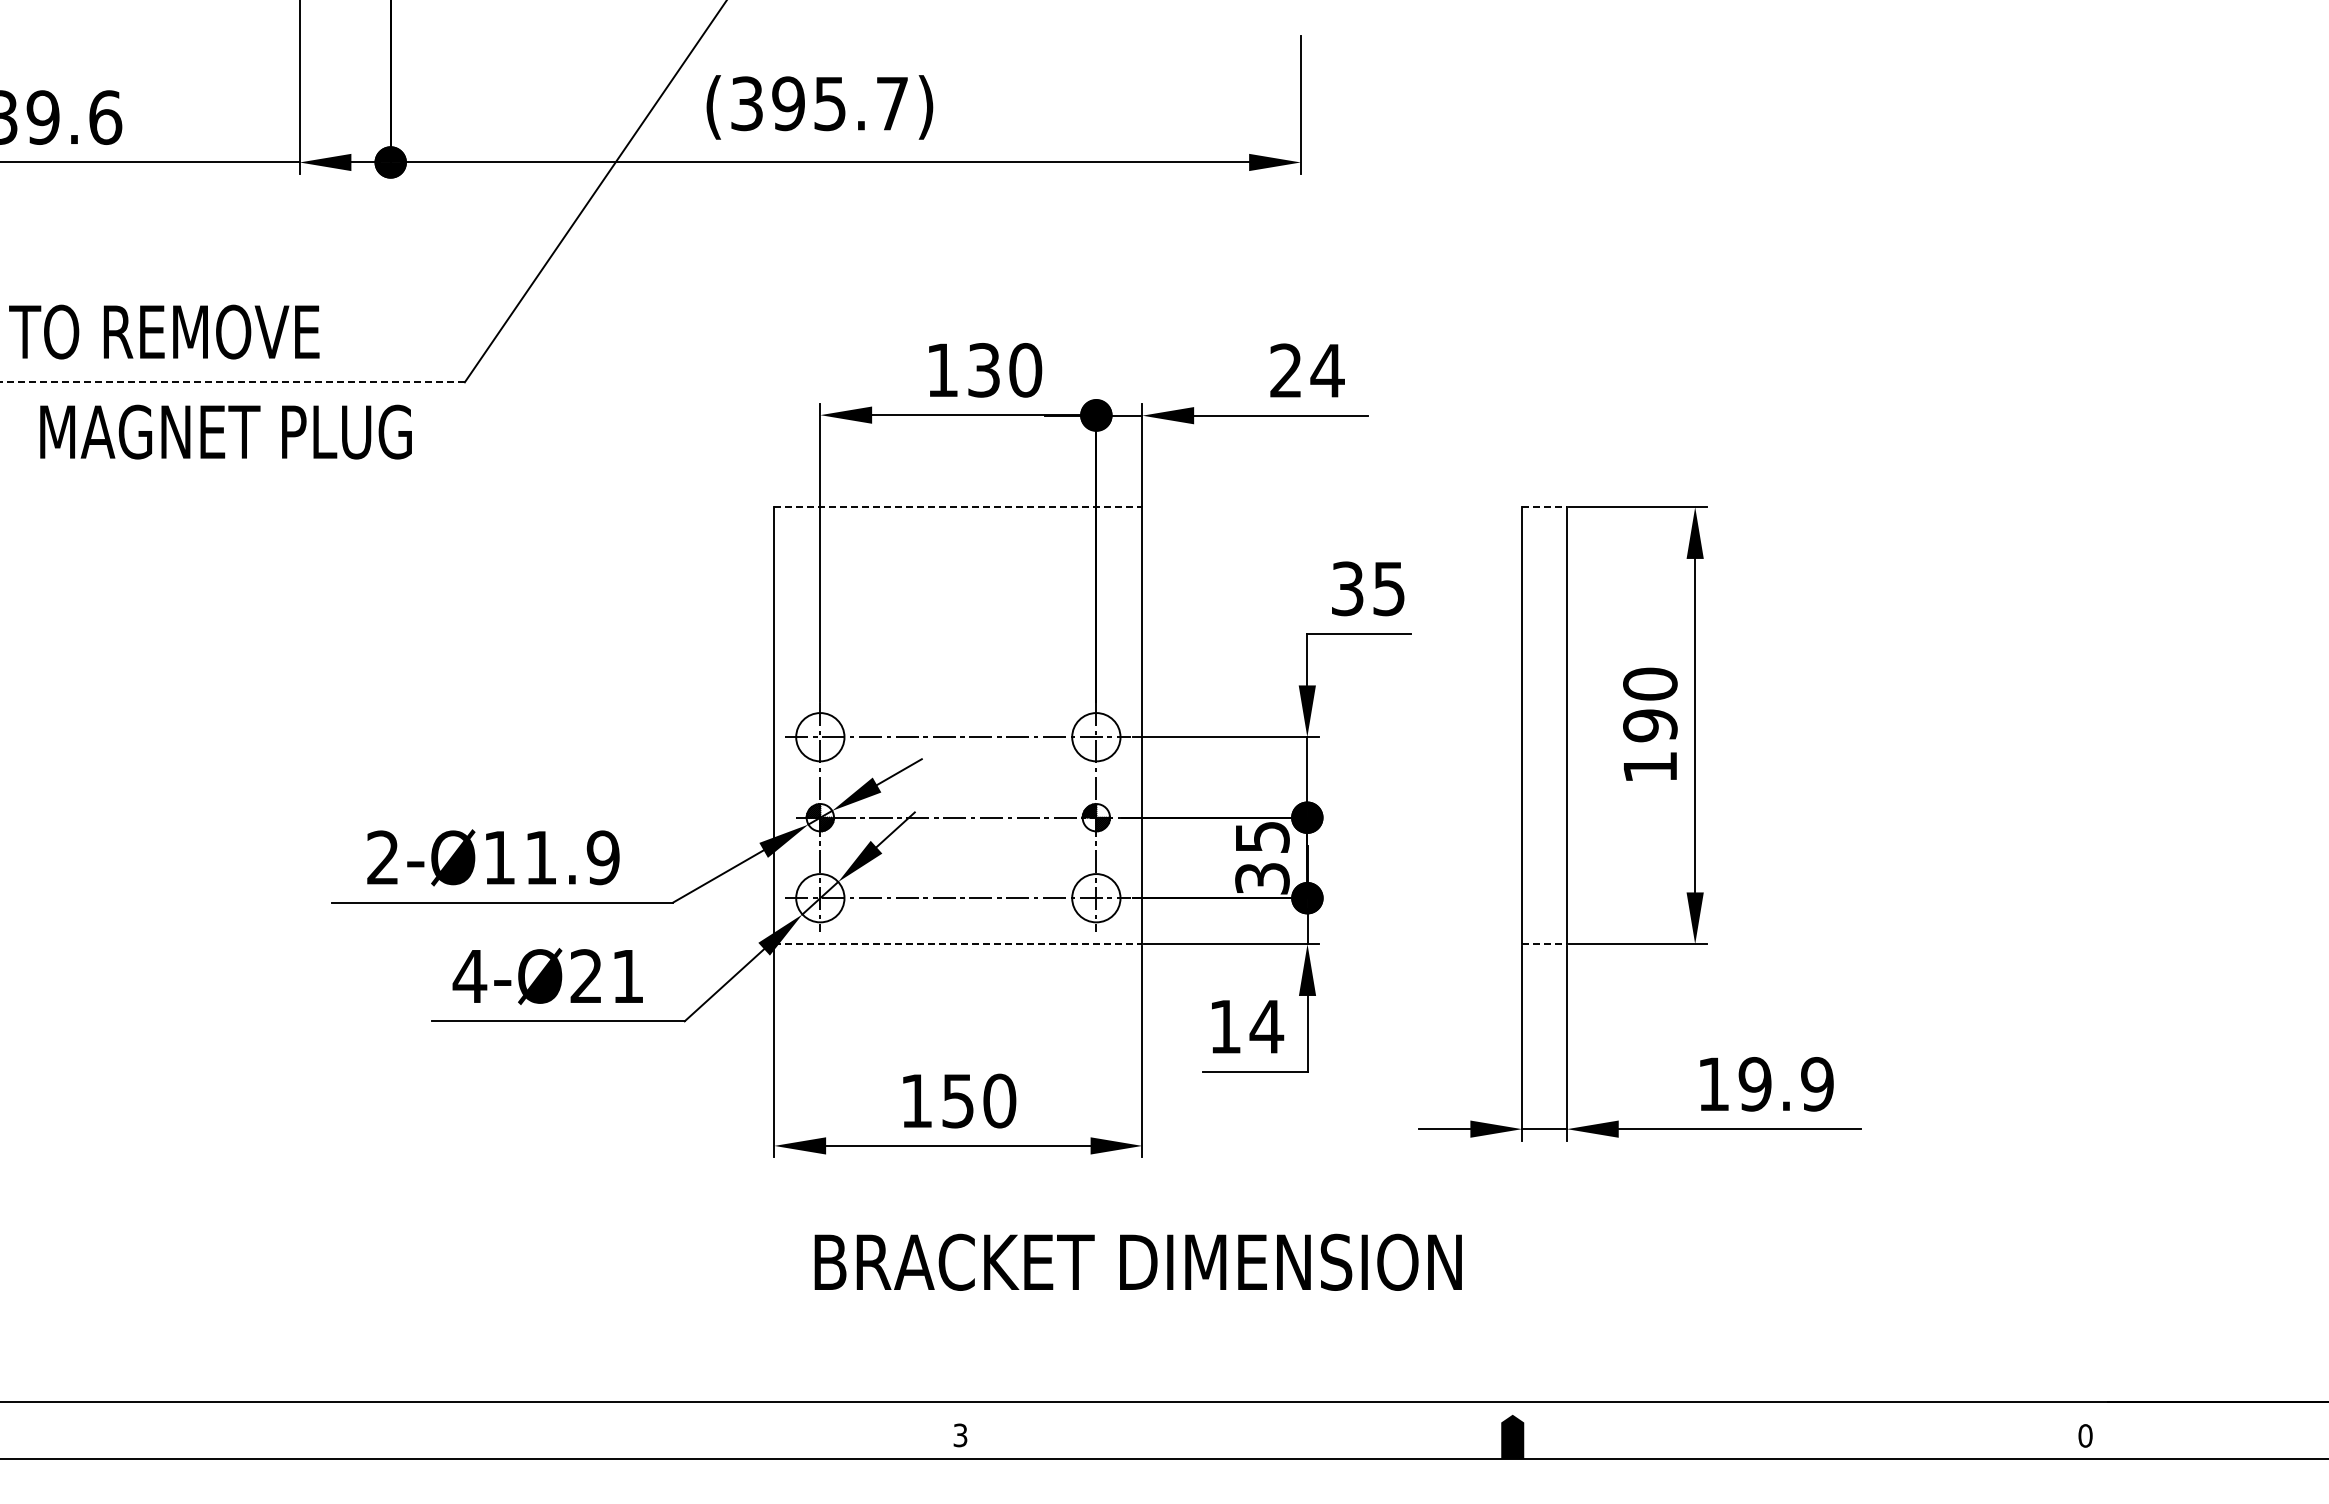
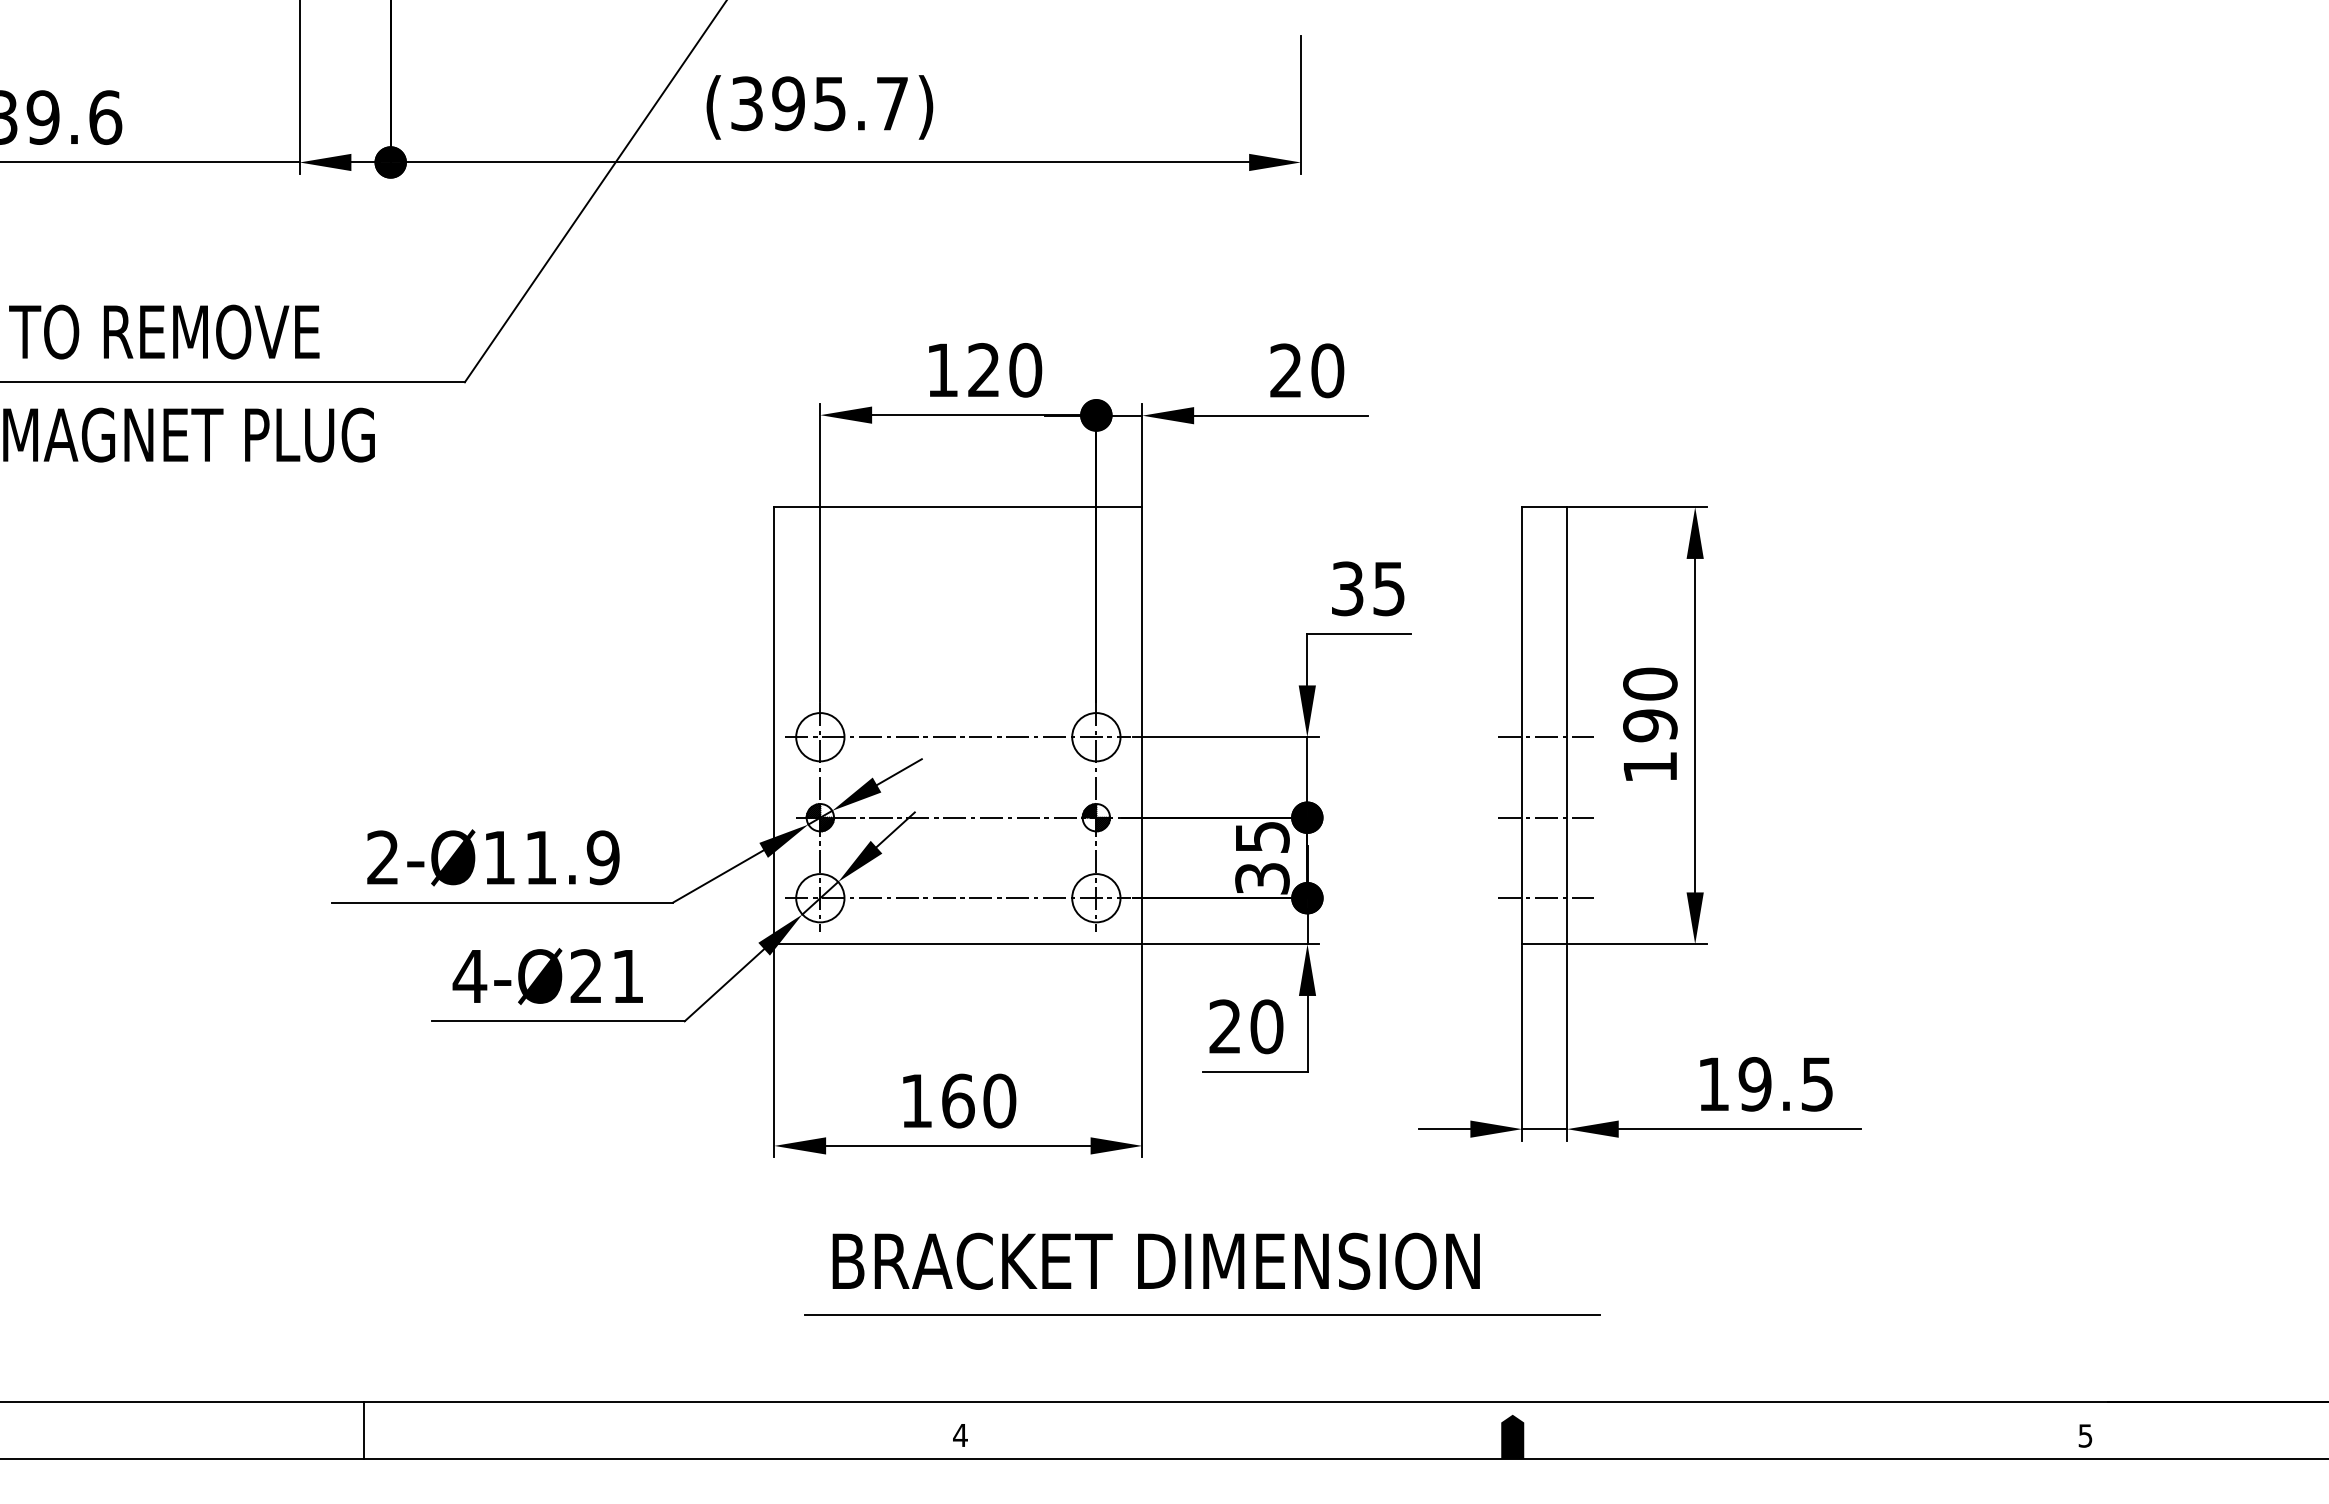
text at (983, 370): 130 -> 120
text at (1327, 370): 24 -> 20
line at (232, 382): dashed -> solid
text at (225, 431) position: (225, 431) -> (188, 434)
line at (958, 507): dashed -> solid
line at (1545, 507): dashed -> solid
line at (1545, 737): none -> present
line at (1545, 817): none -> present
line at (1545, 898): none -> present
line at (958, 944): dashed -> solid
line at (1545, 944): dashed -> solid
text at (1246, 1026): 14 -> 20
text at (1817, 1084): 19.9 -> 19.5
text at (958, 1100): 150 -> 160
text at (1137, 1261) position: (1137, 1261) -> (1155, 1260)
line at (1201, 1314): none -> present
line at (364, 1430): none -> present
text at (960, 1435): 3 -> 4
text at (2085, 1435): 0 -> 5
